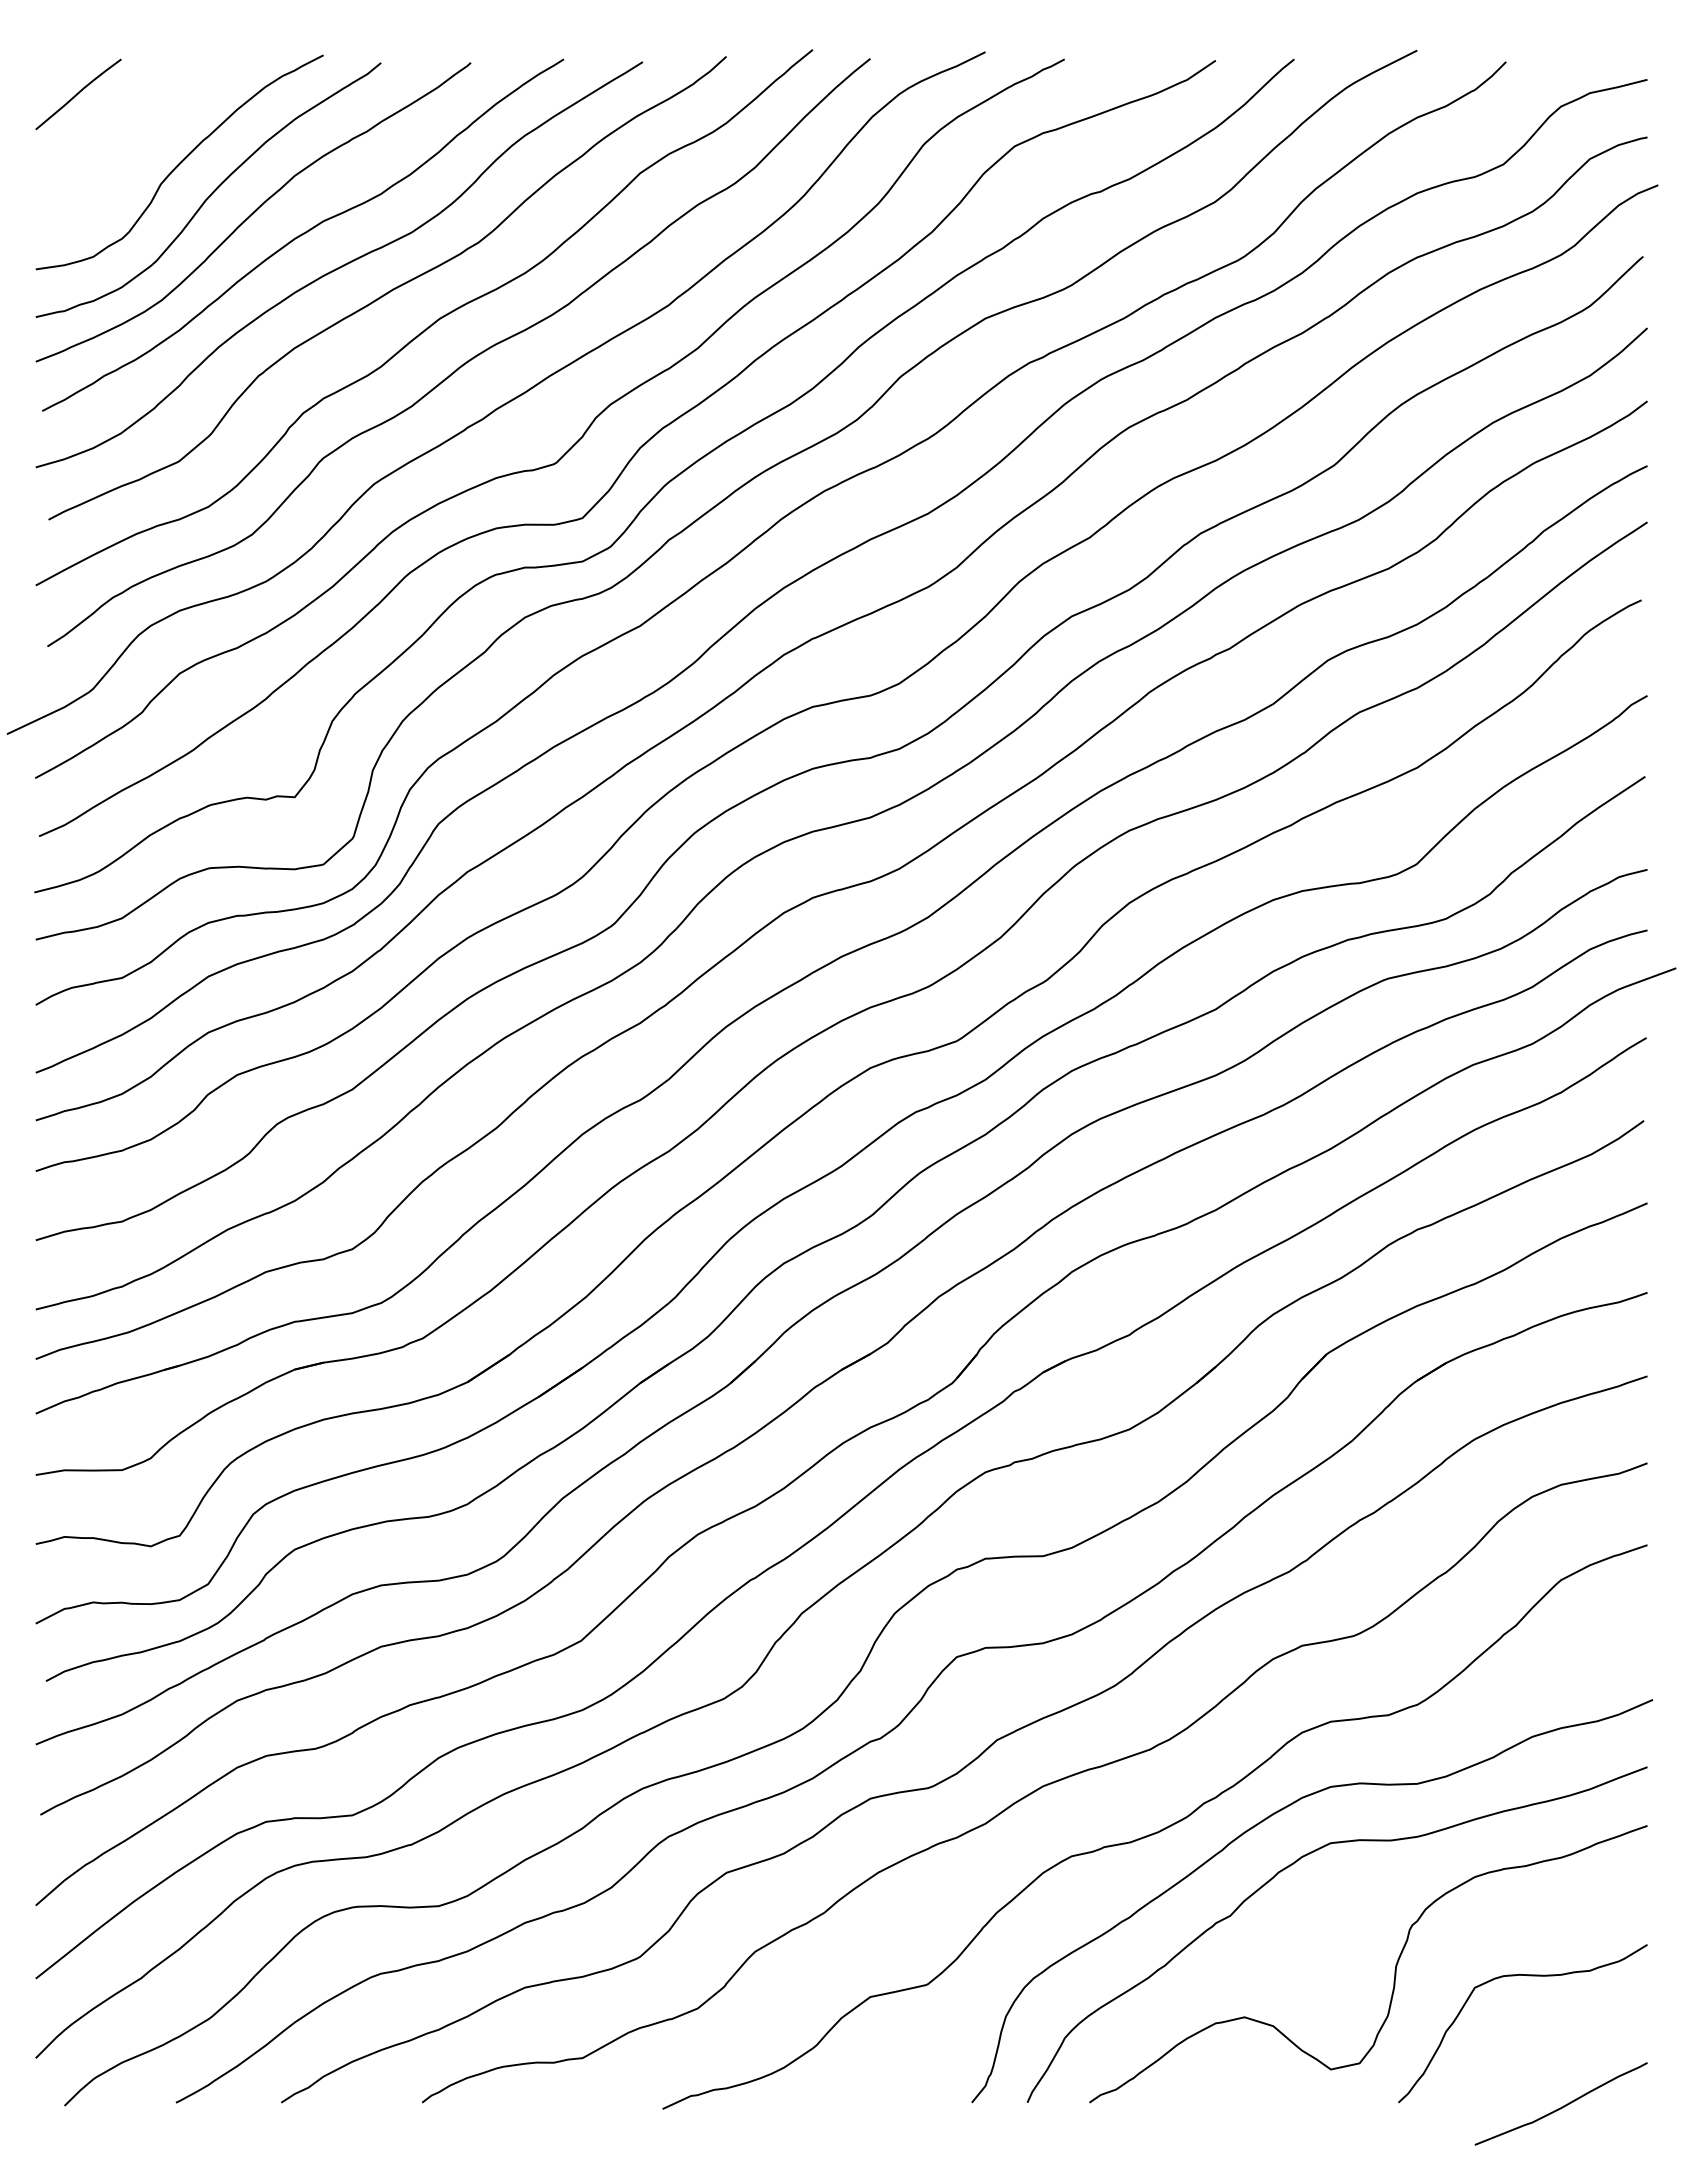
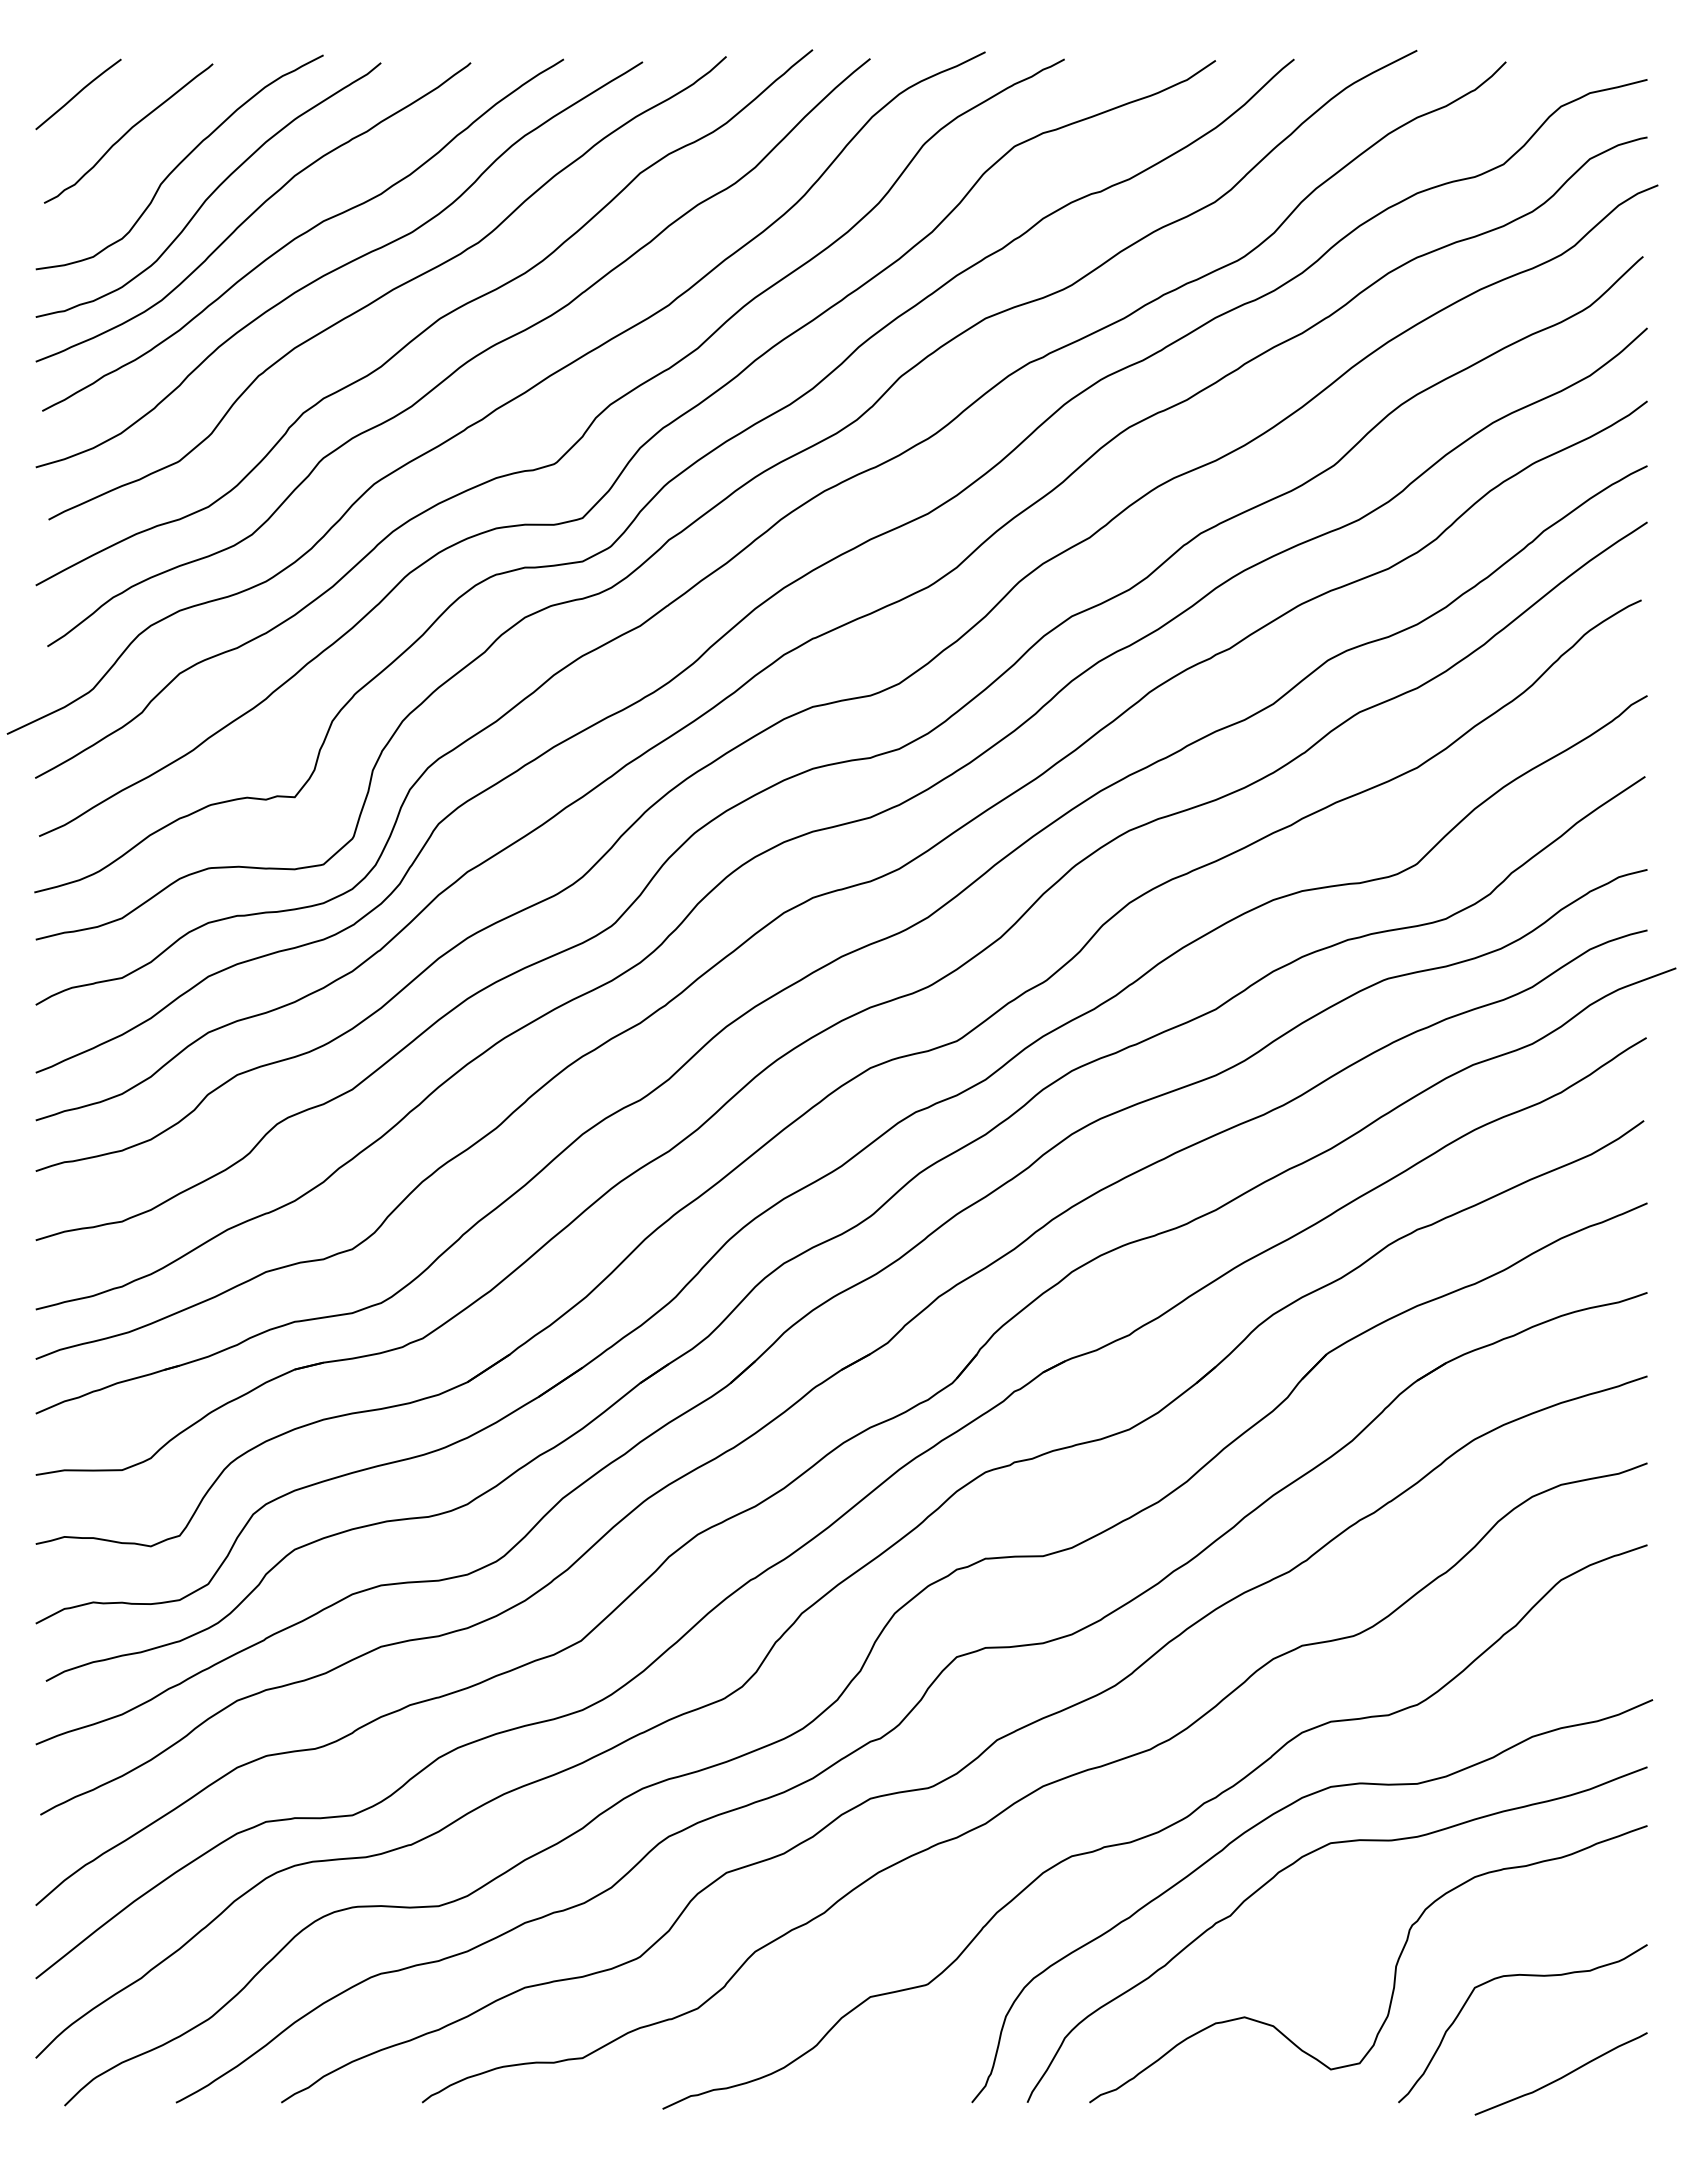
curve at (128, 132): none -> present
curve at (1561, 2106) position: (1561, 2106) -> (1561, 2076)
